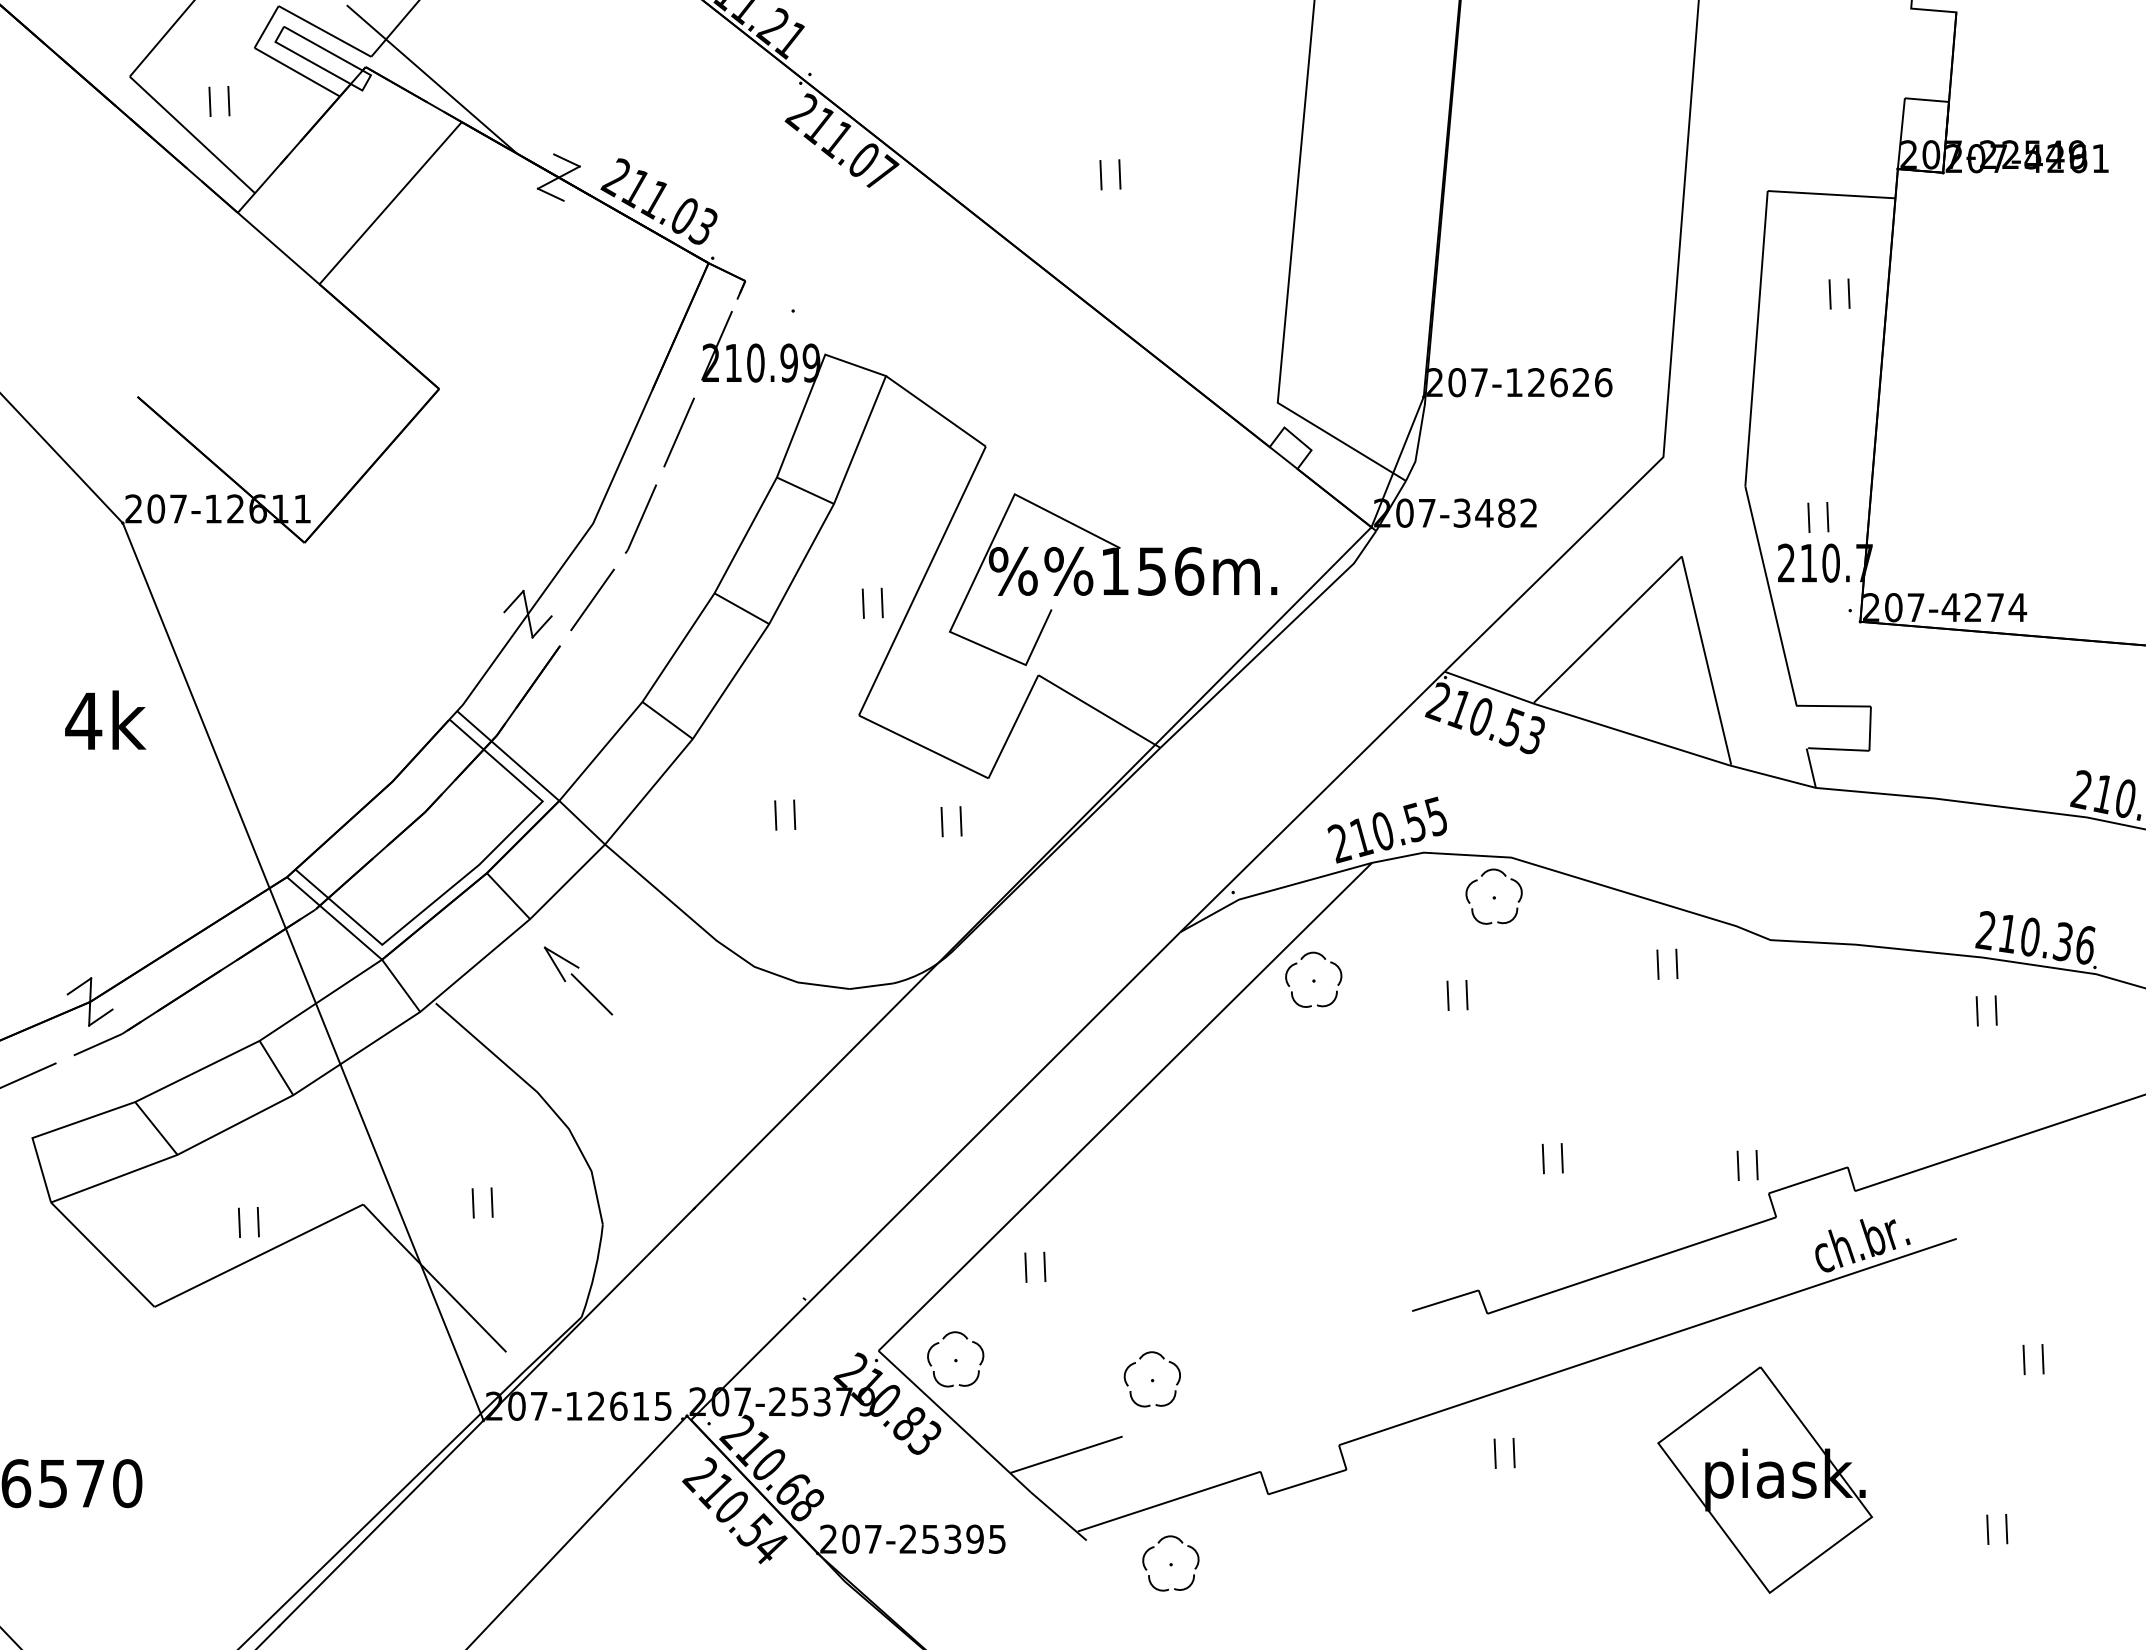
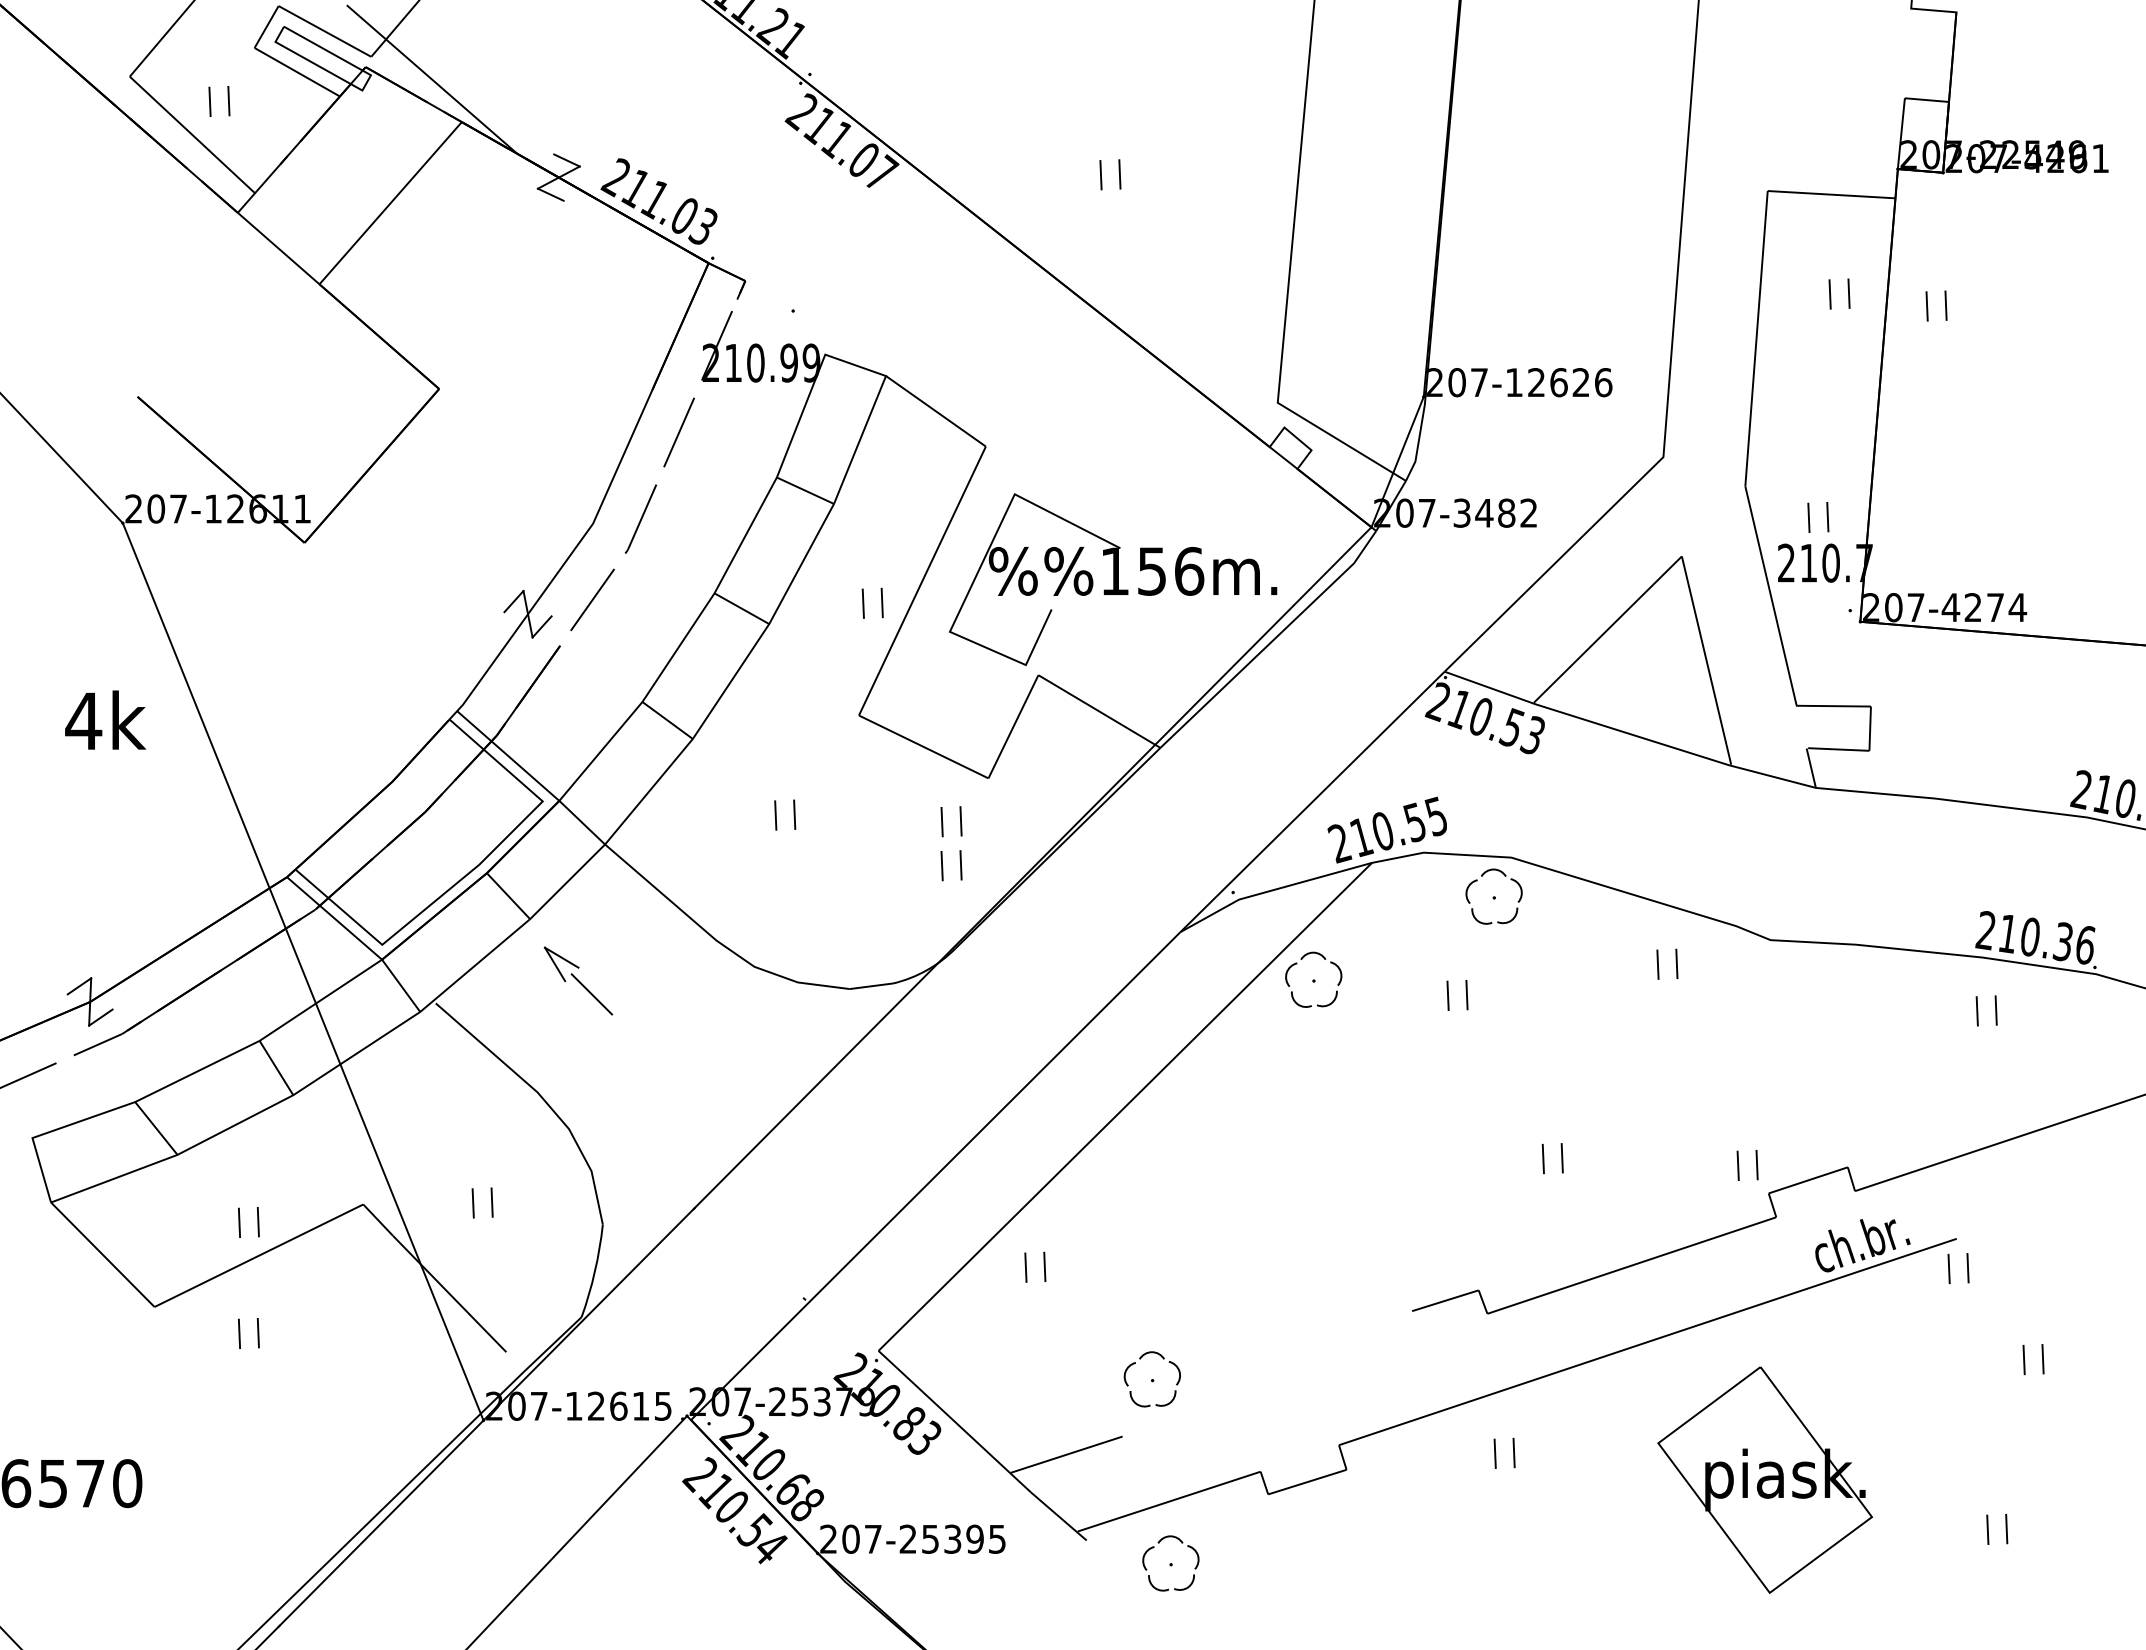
part at (1928, 307): none -> present
part at (943, 866): none -> present
part at (1950, 1269): none -> present
part at (240, 1333): none -> present
part at (955, 1359): present -> none
